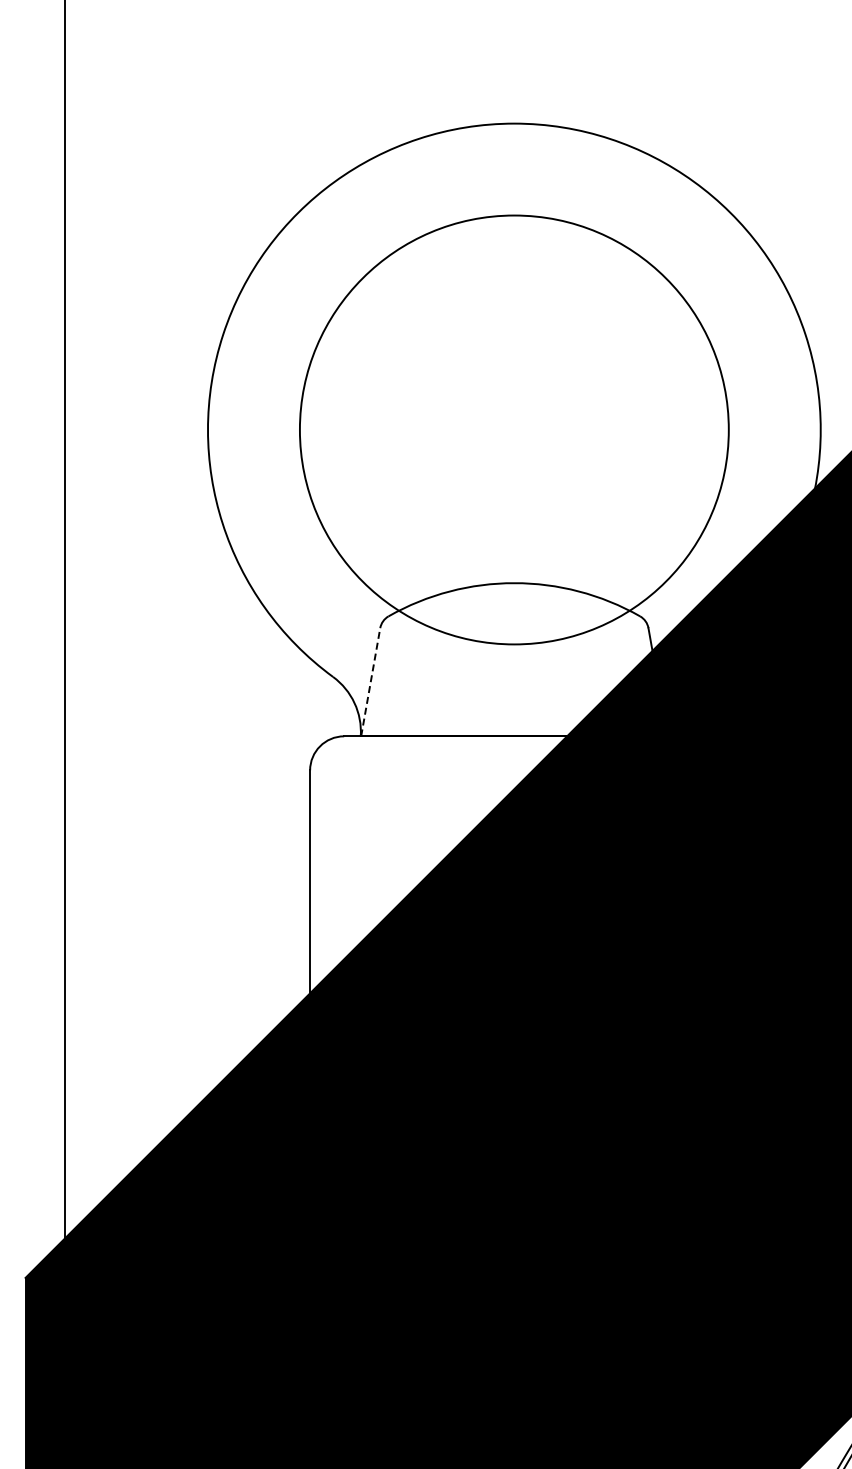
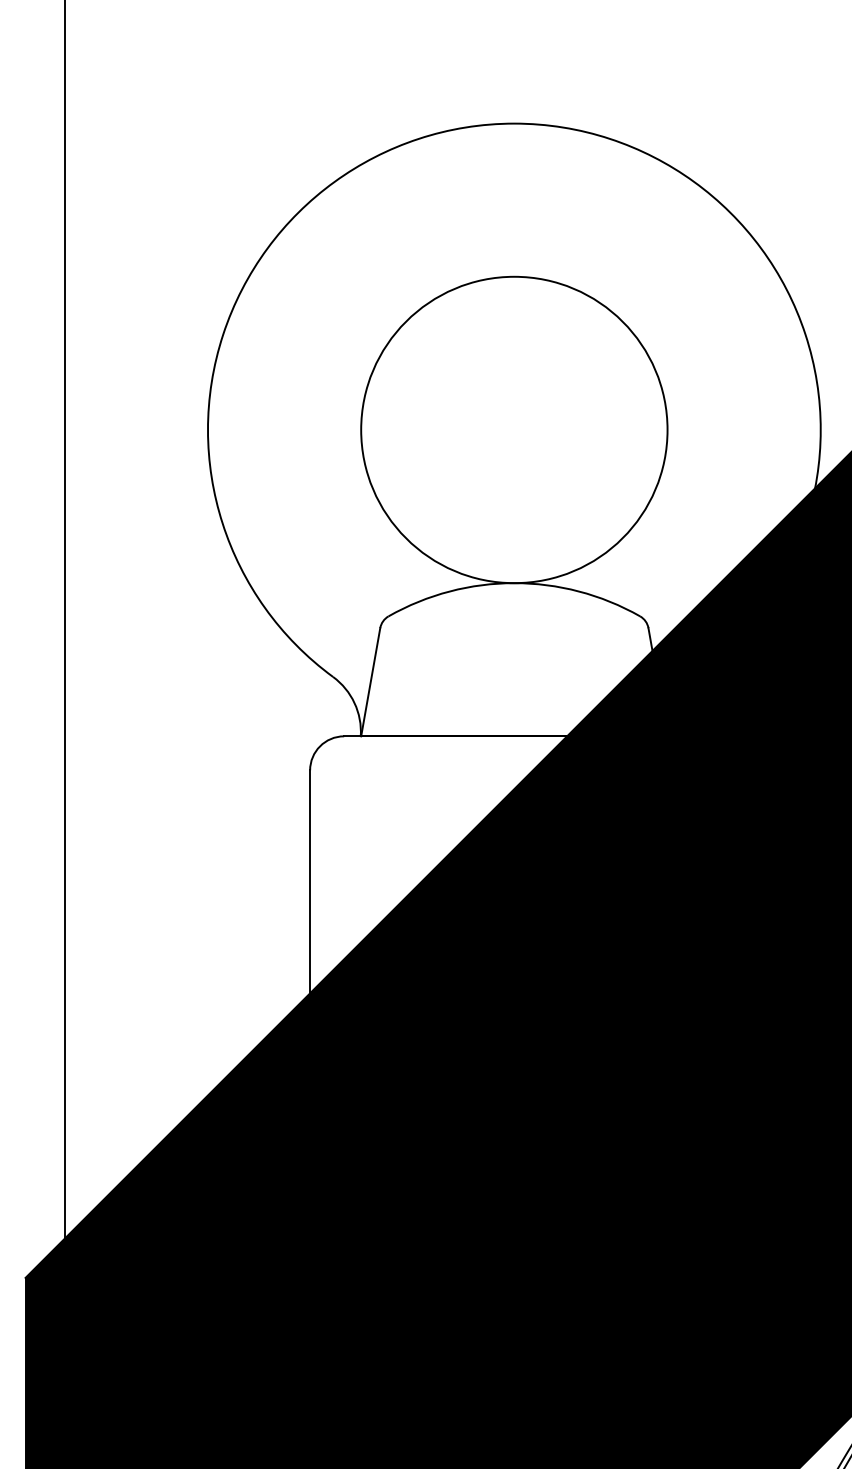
circle at (513, 429) diameter: 429 px -> 306 px
line at (370, 682): dashed -> solid
